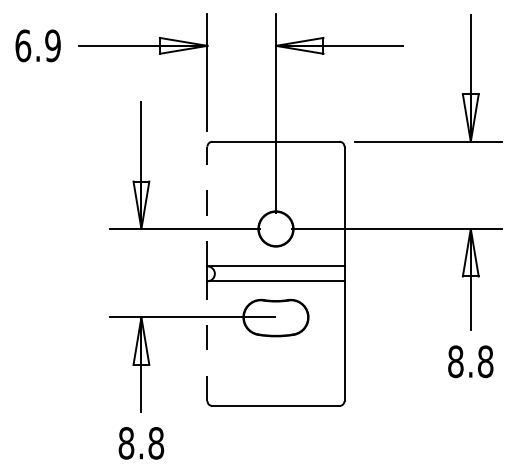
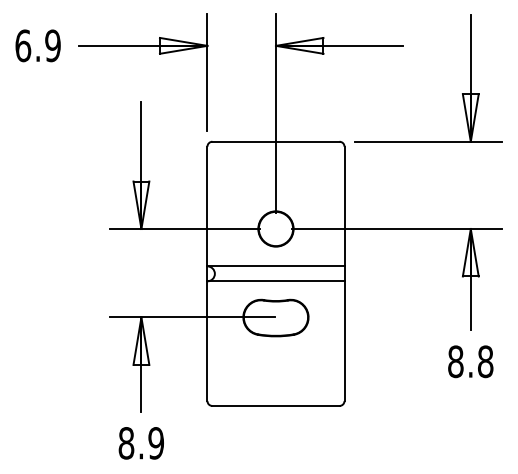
line at (207, 206): dashed -> solid
line at (207, 341): dashed -> solid
text at (156, 443): 8.8 -> 8.9
